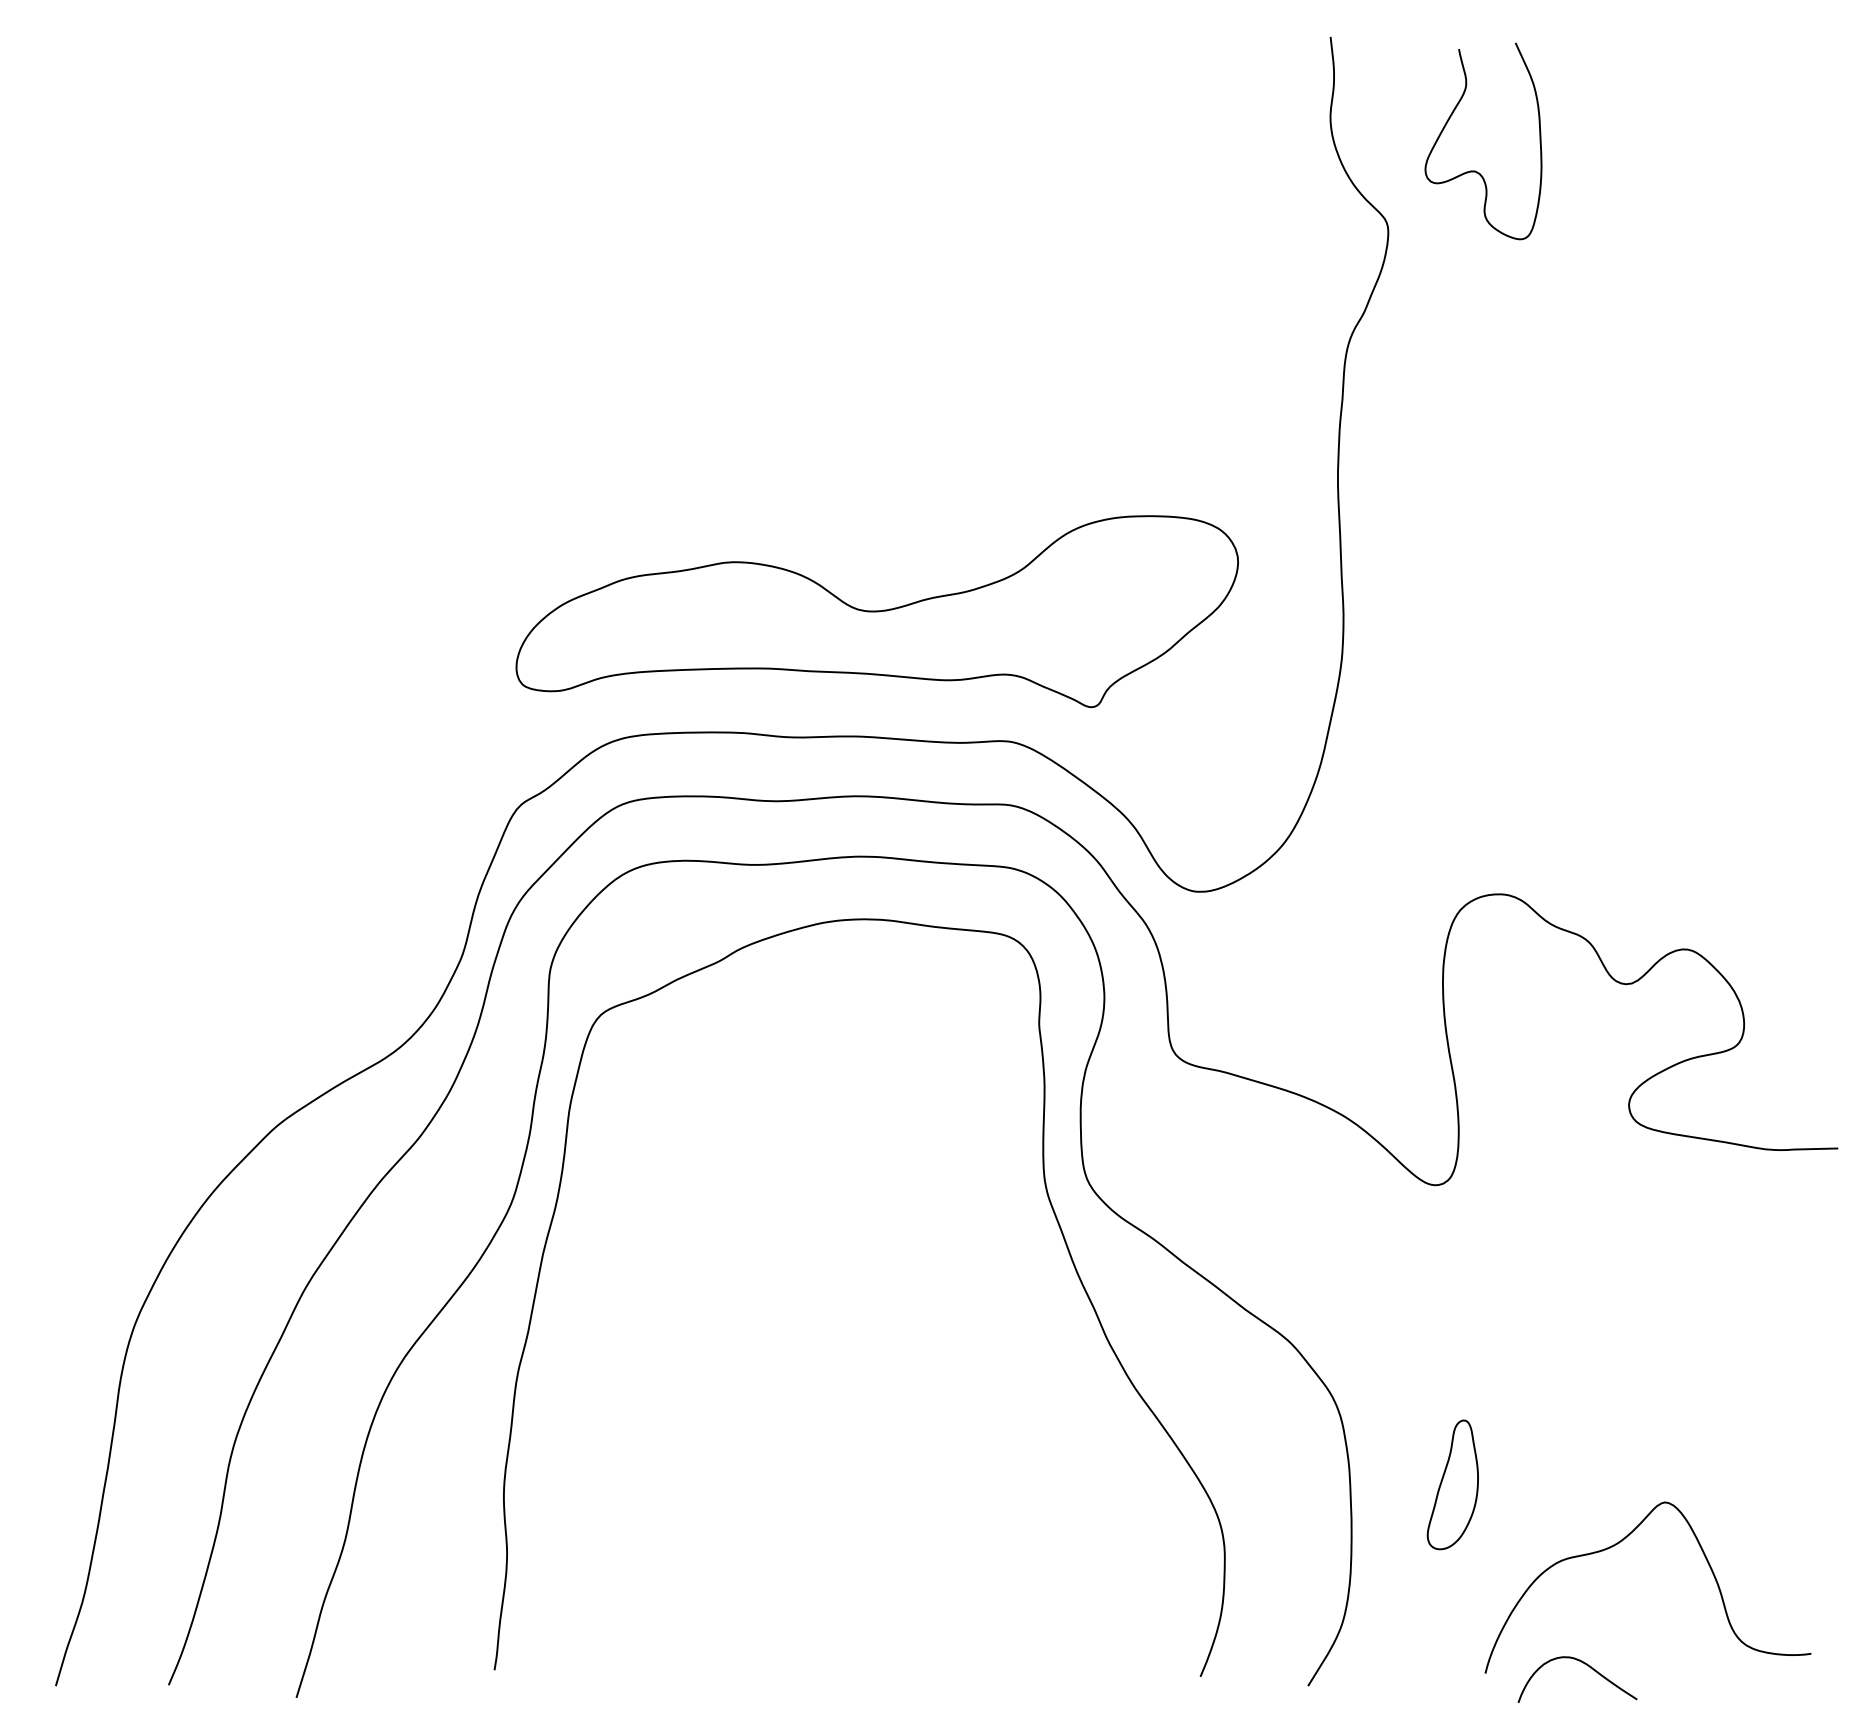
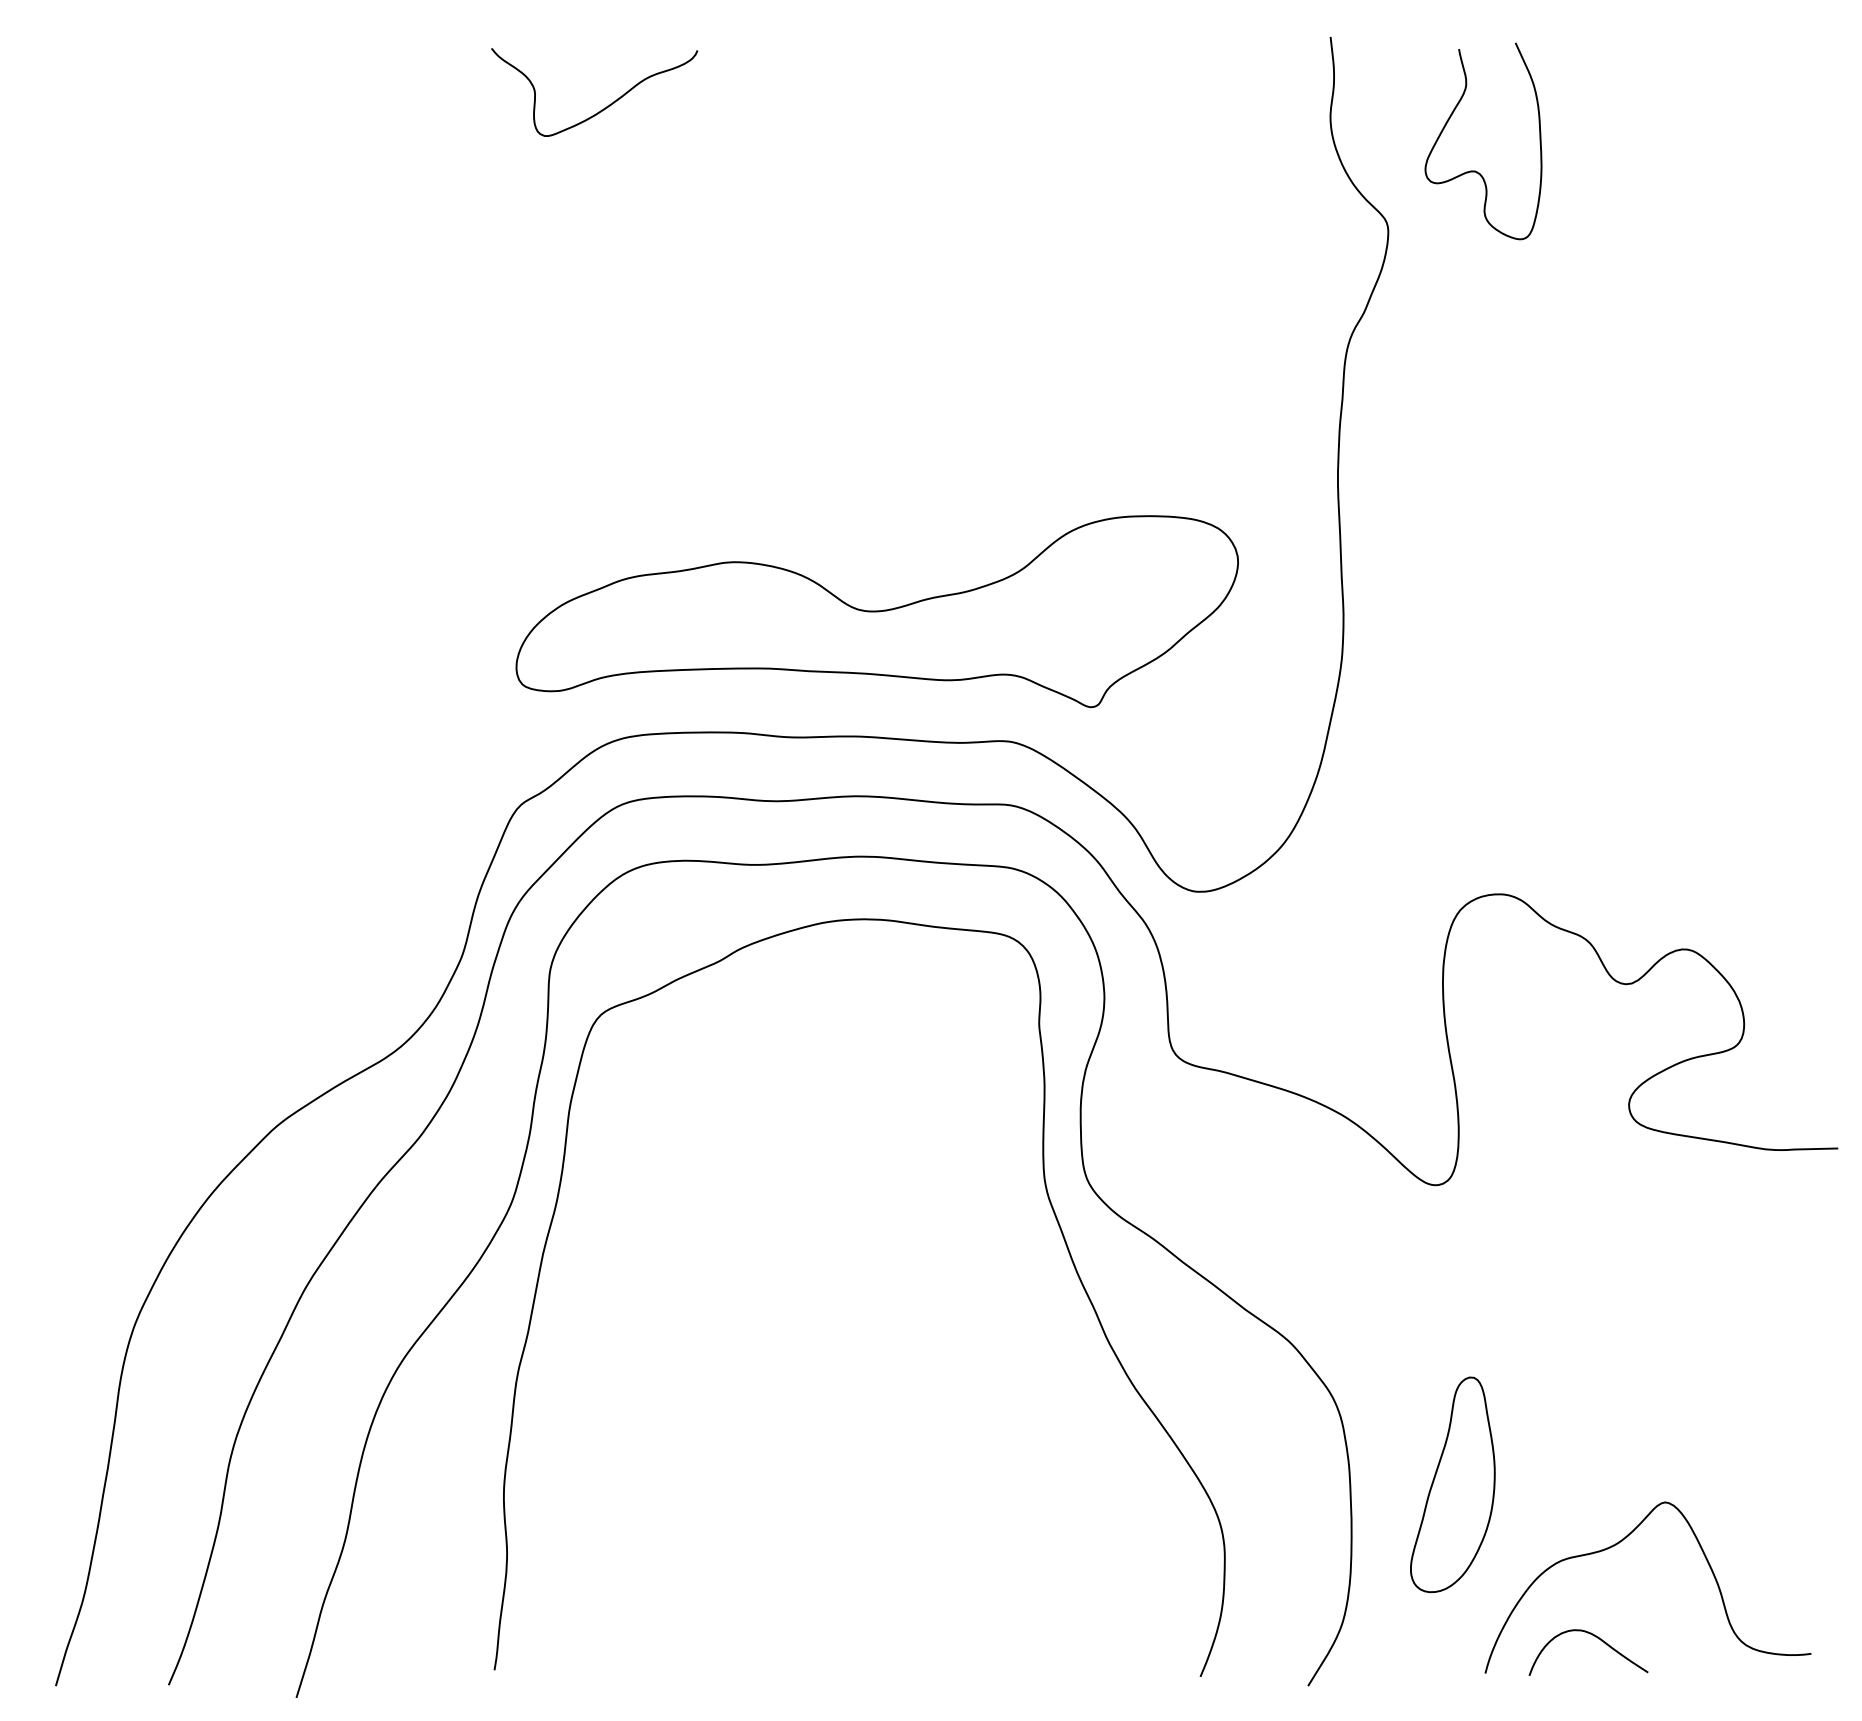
curve at (603, 108): none -> present
part at (1452, 1484) size: 53x132 px -> 86x218 px
curve at (1587, 1666) position: (1587, 1666) -> (1598, 1639)
